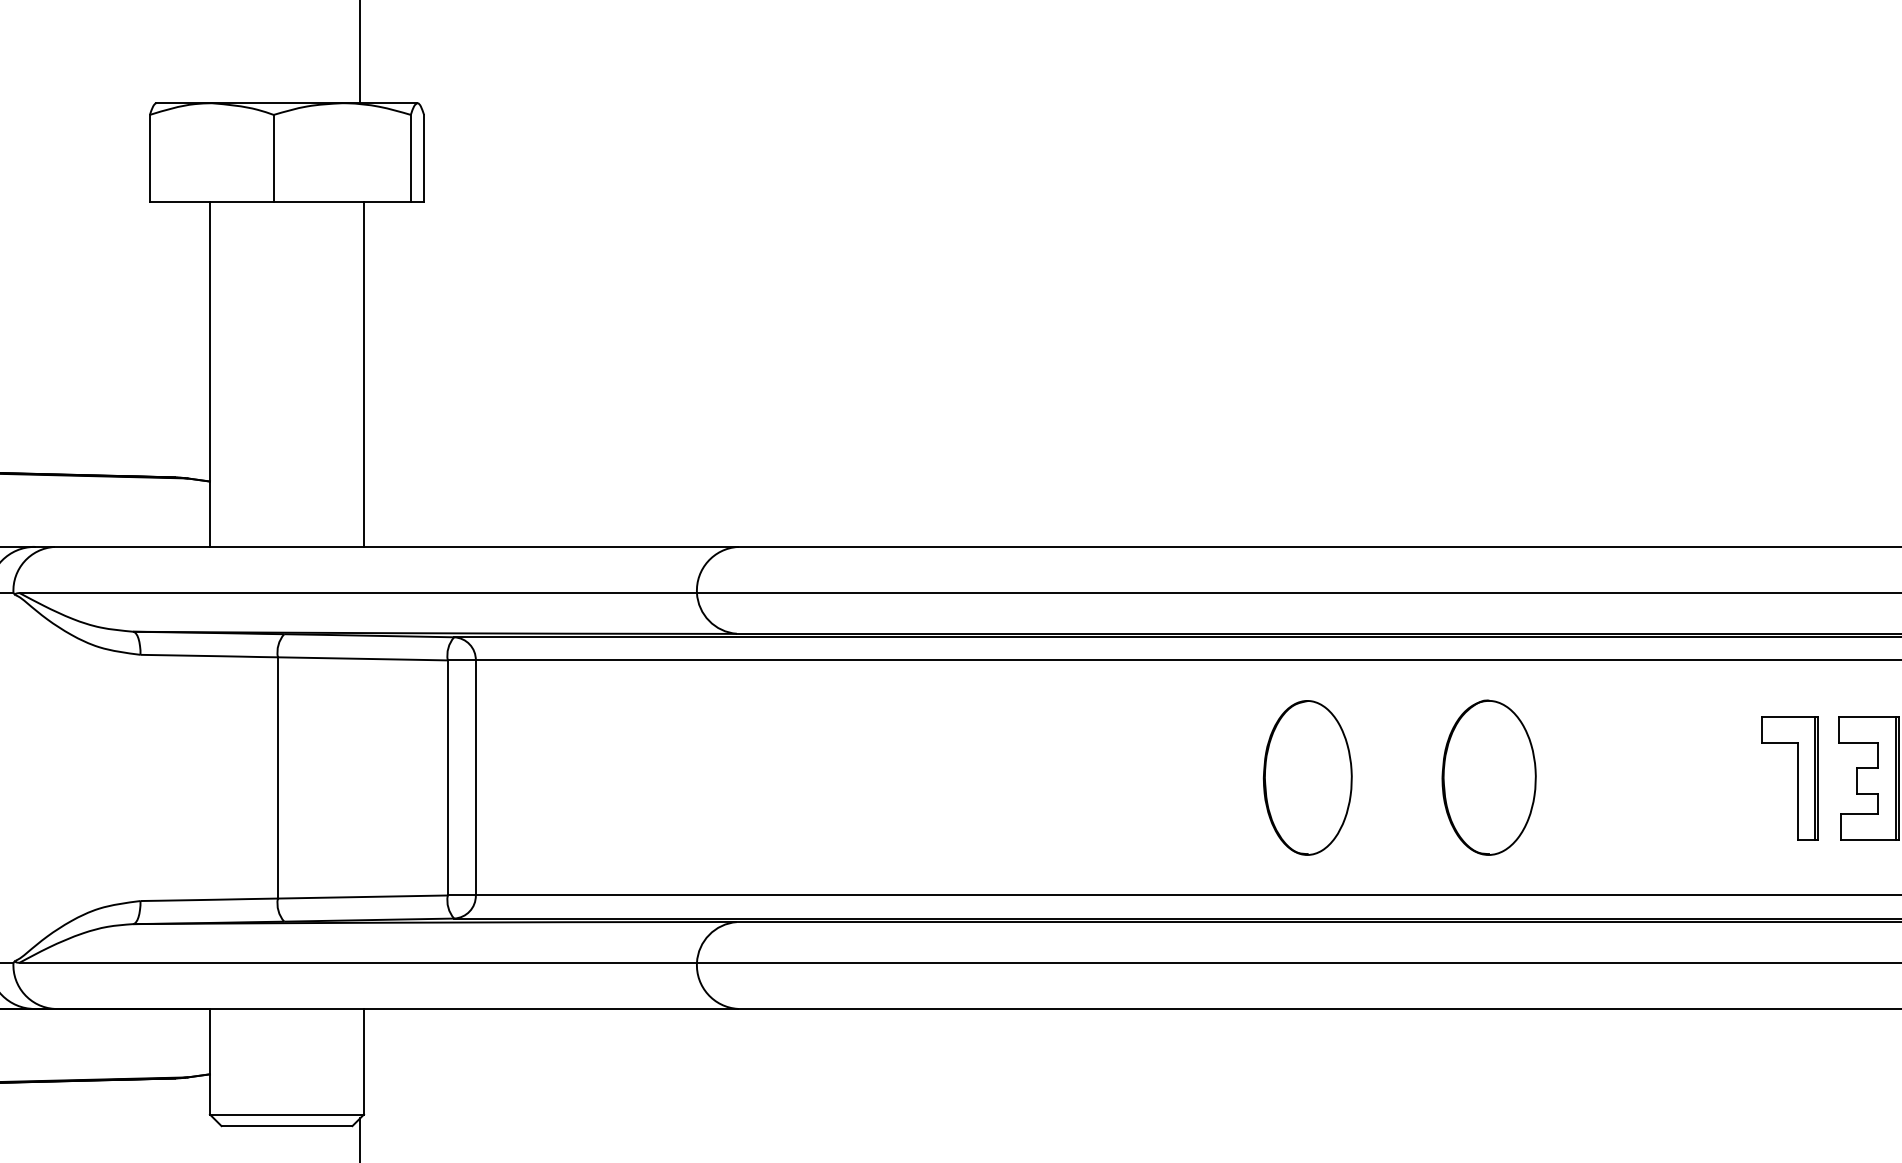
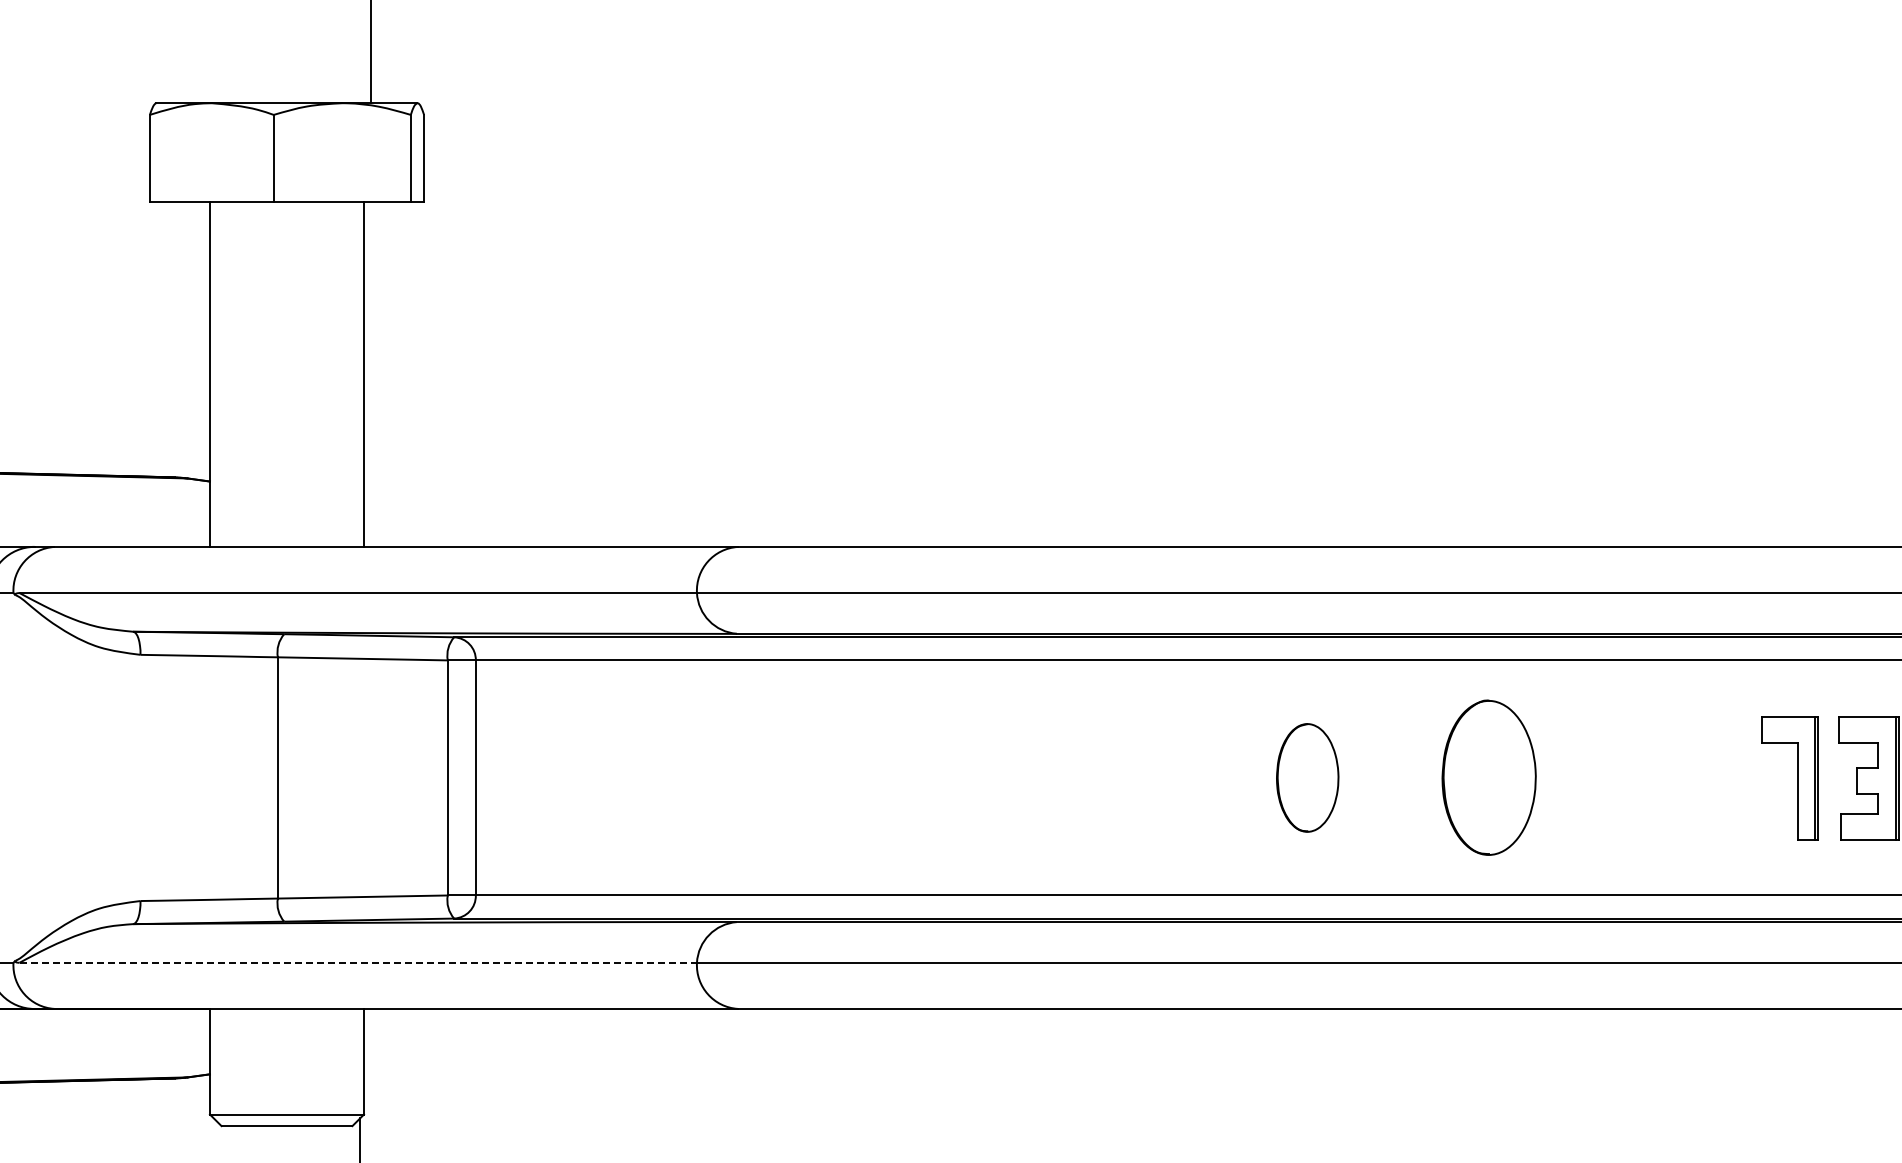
line at (360, 52) position: (360, 52) -> (371, 52)
part at (1307, 777) size: 91x156 px -> 64x110 px
line at (358, 962): solid -> dashed
